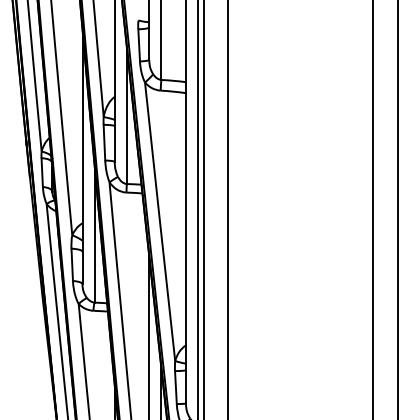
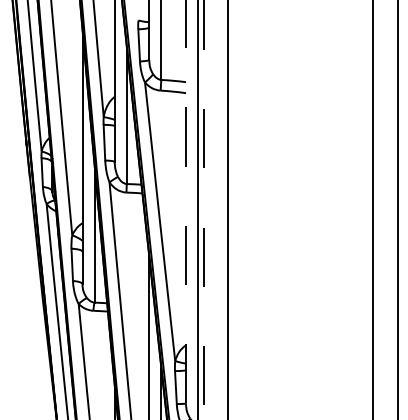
line at (185, 201): solid -> dashed
line at (203, 210): solid -> dashed
